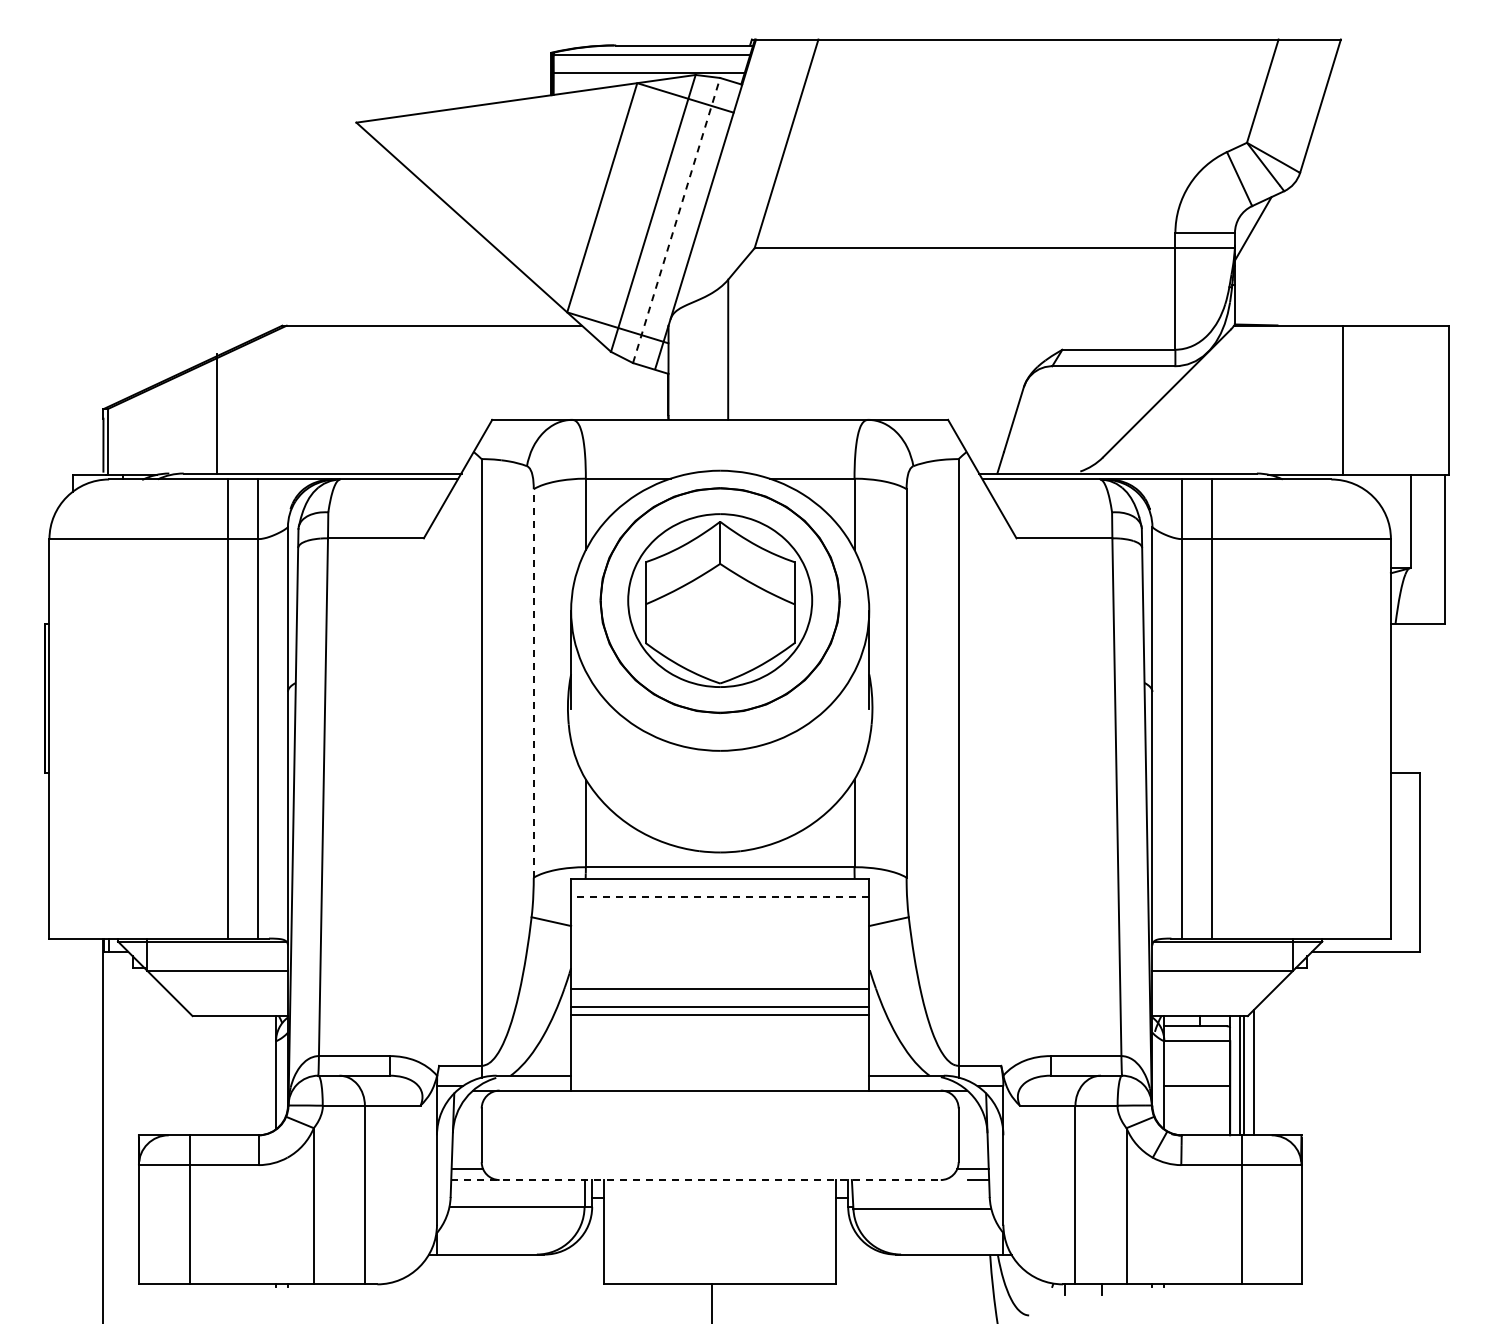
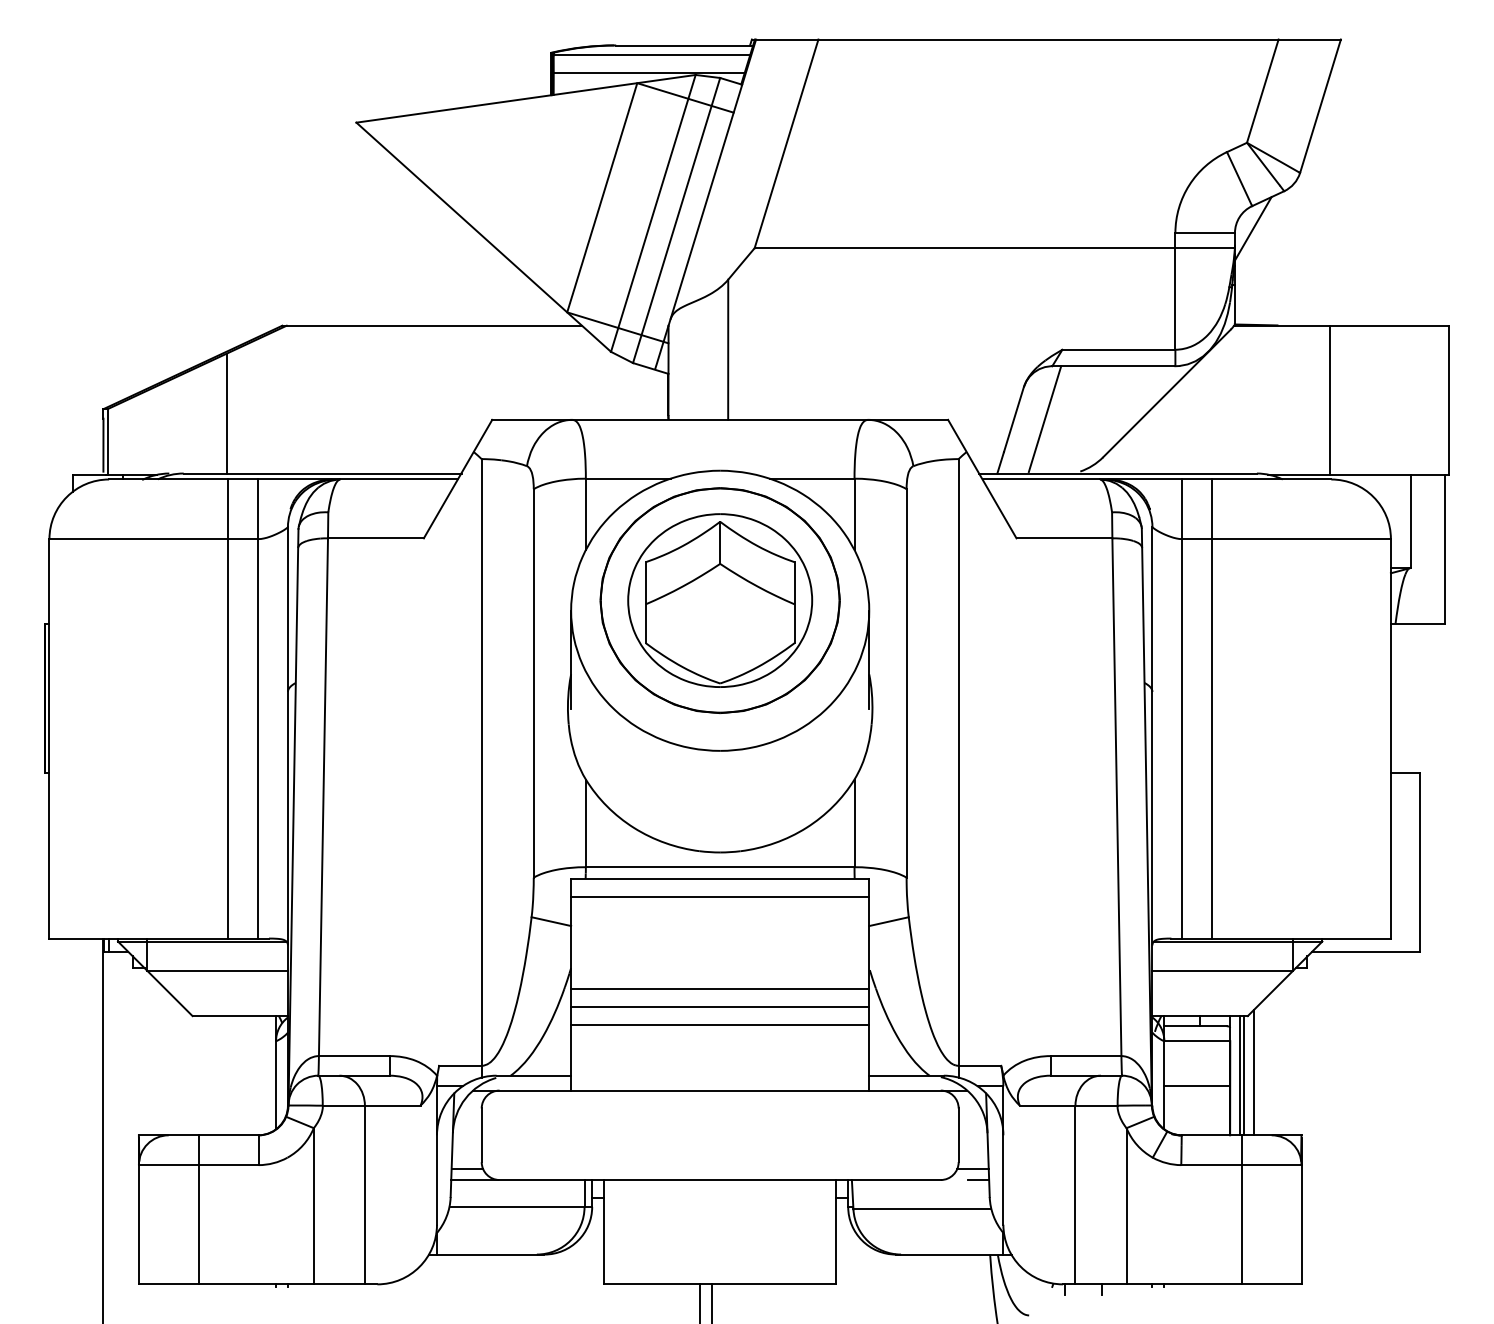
line at (676, 220): dashed -> solid
line at (1343, 399) position: (1343, 399) -> (1330, 399)
line at (217, 413) position: (217, 413) -> (227, 413)
line at (1044, 419): none -> present
line at (533, 682): dashed -> solid
line at (719, 896): dashed -> solid
line at (720, 1015) position: (720, 1015) -> (720, 1025)
line at (696, 1180): dashed -> solid
line at (189, 1209) position: (189, 1209) -> (198, 1209)
line at (699, 1302): none -> present
